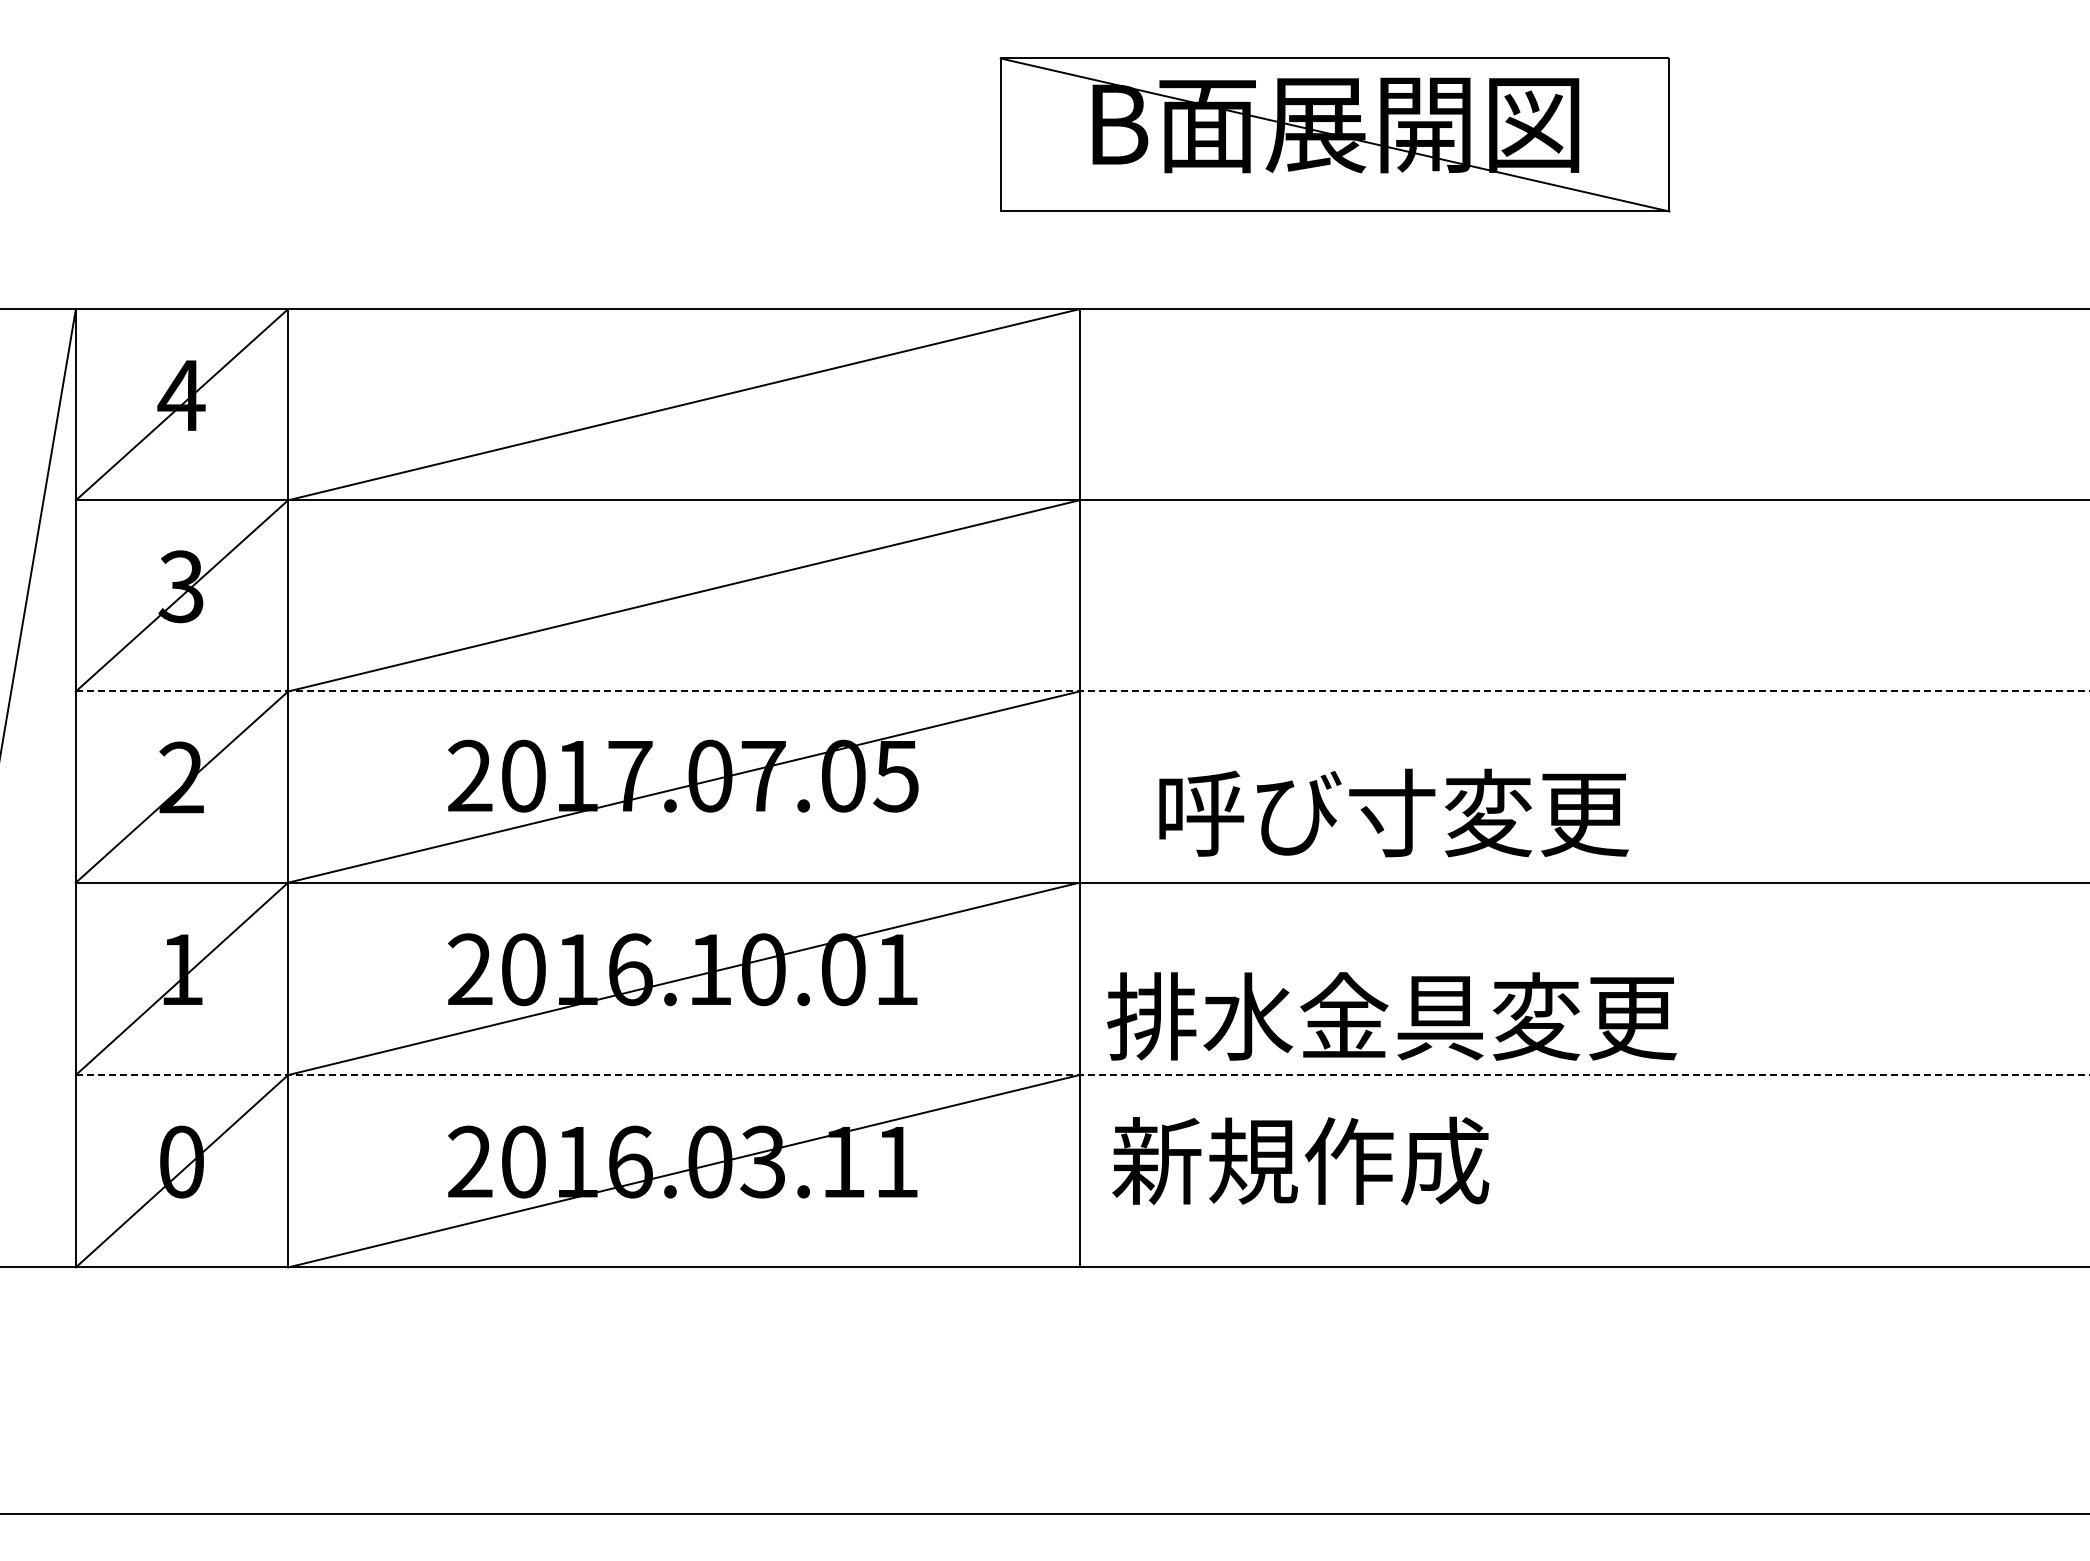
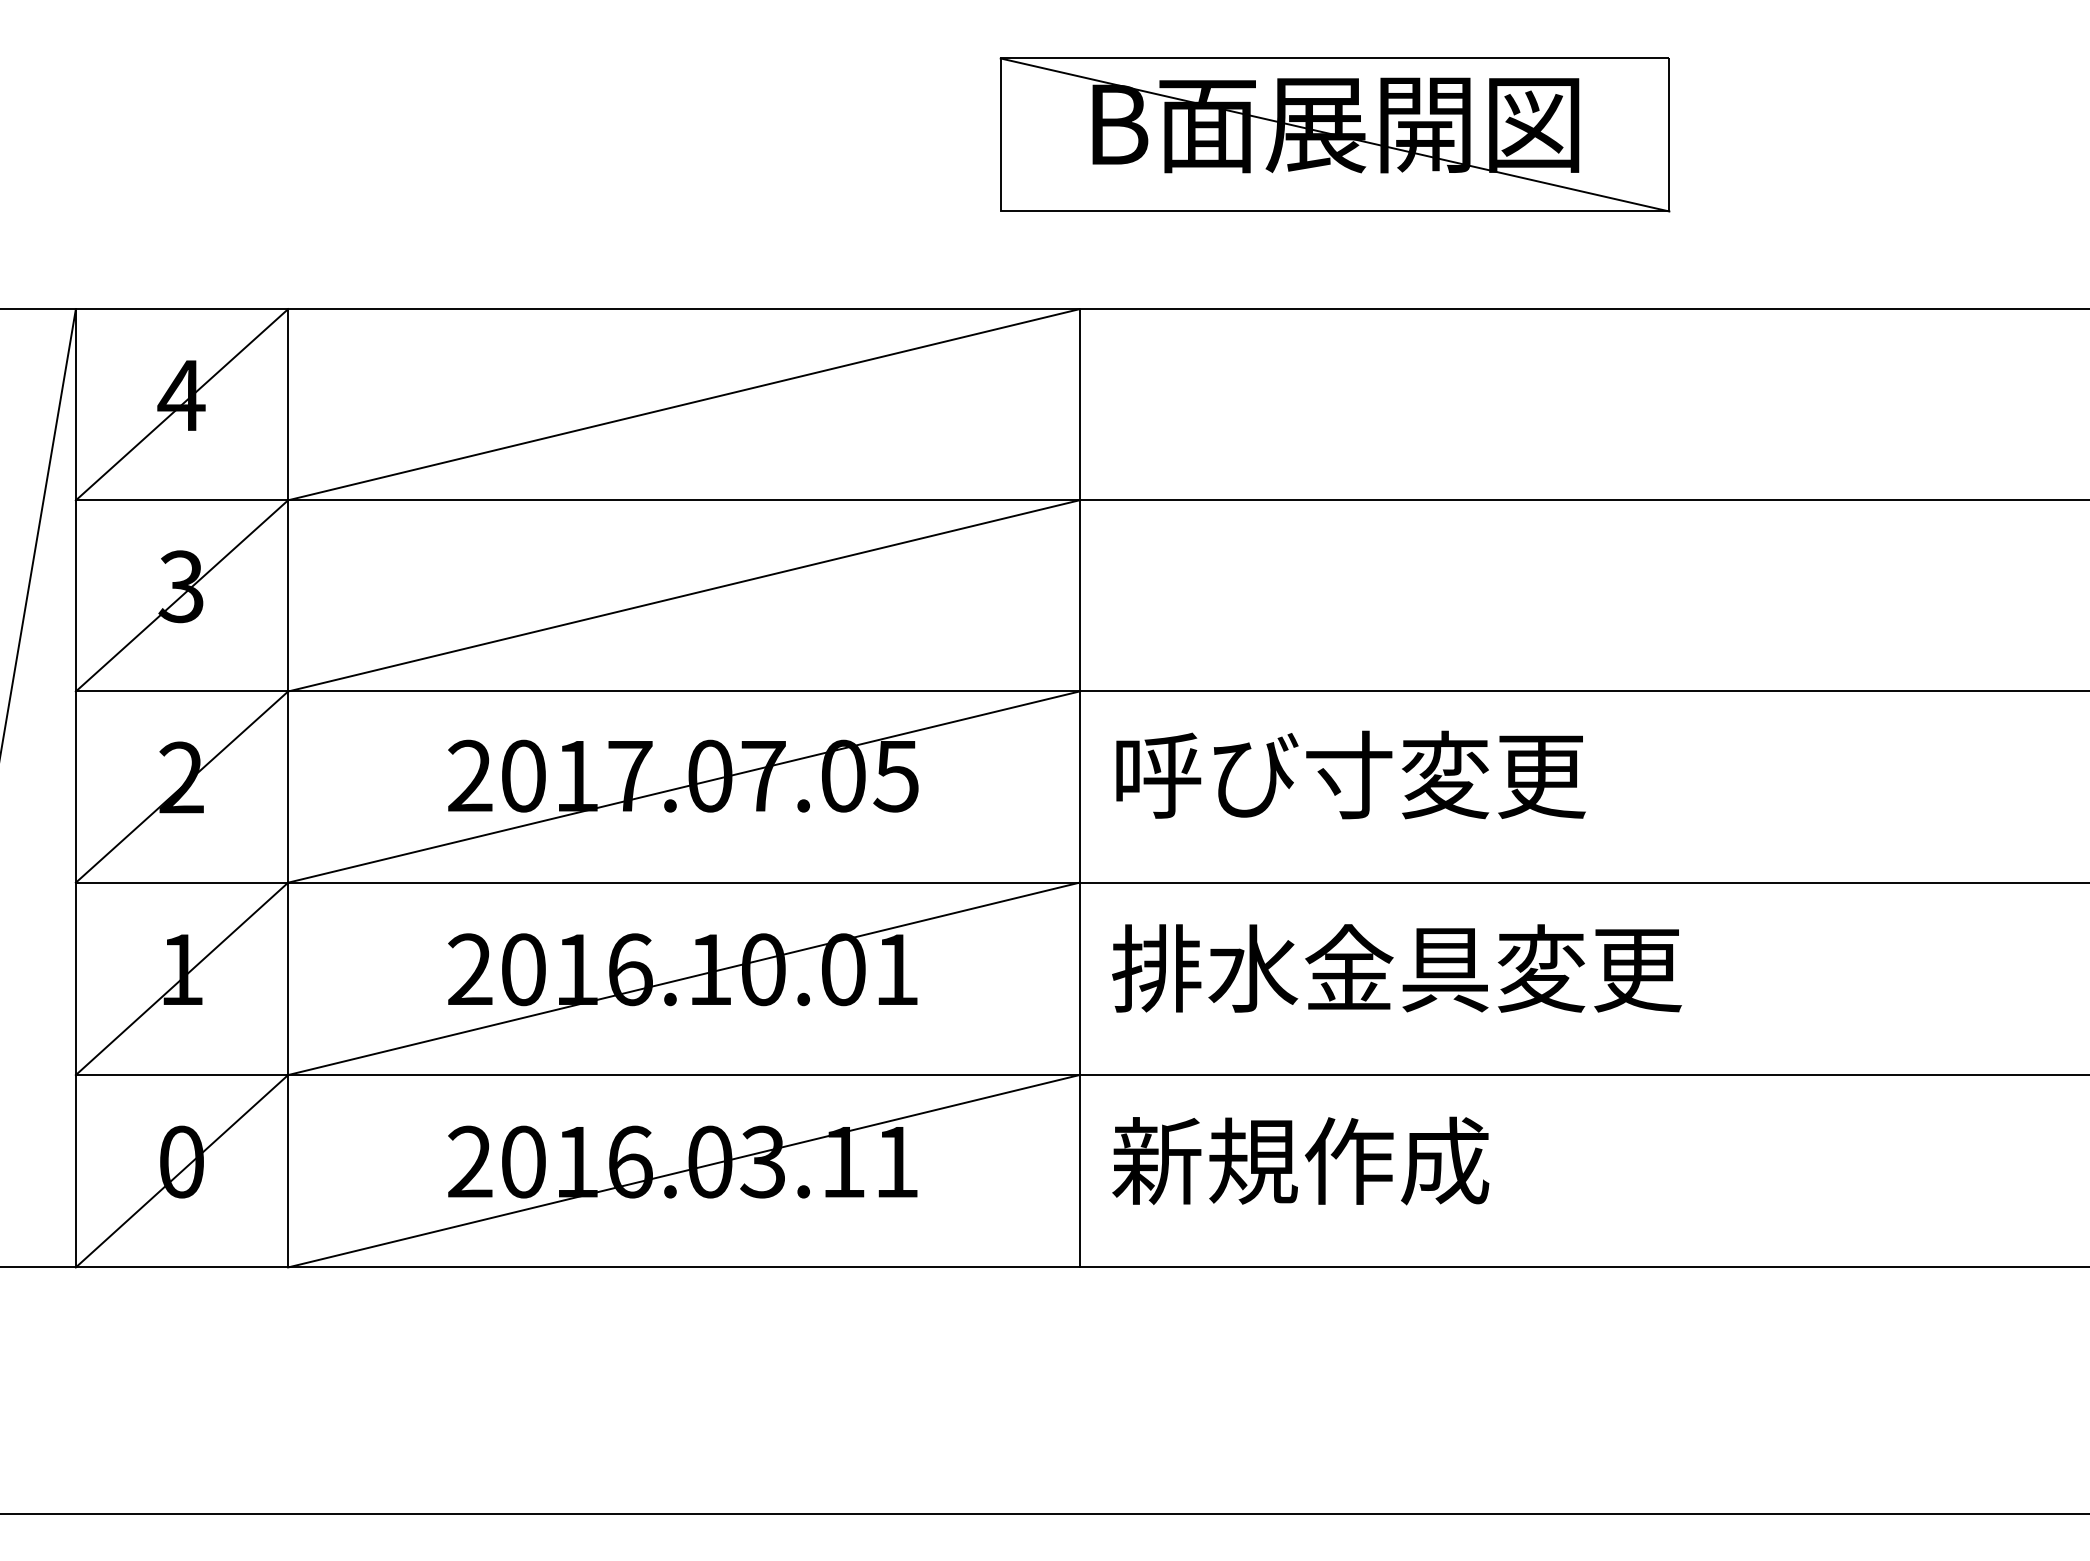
line at (1082, 691): dashed -> solid
text at (1393, 812) position: (1393, 812) -> (1350, 774)
text at (1391, 1016) position: (1391, 1016) -> (1396, 968)
line at (1082, 1075): dashed -> solid
